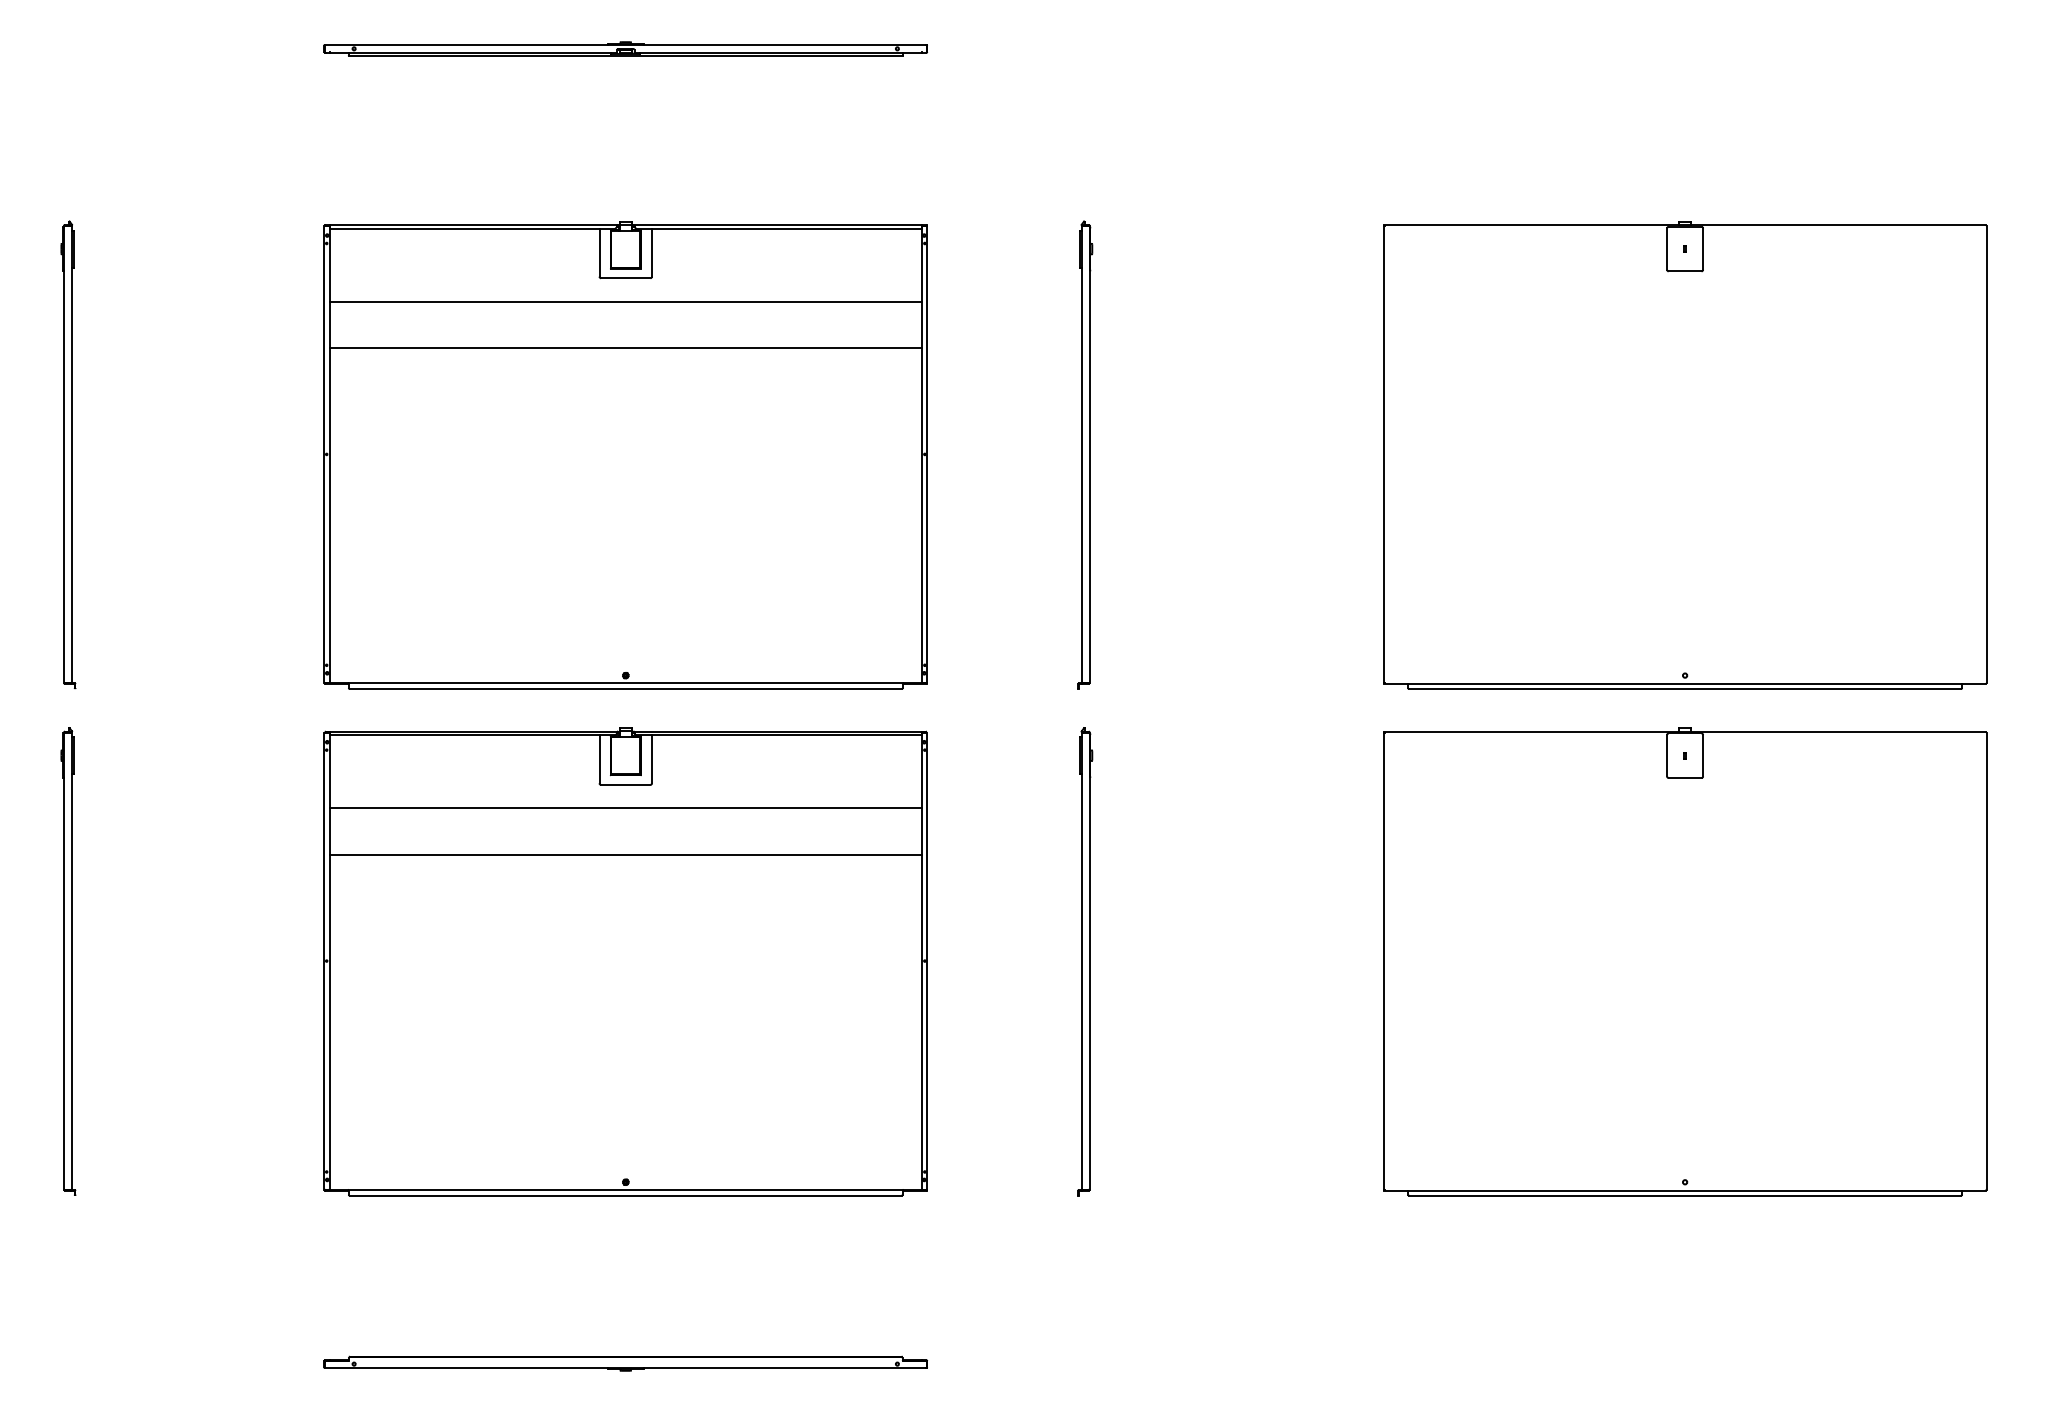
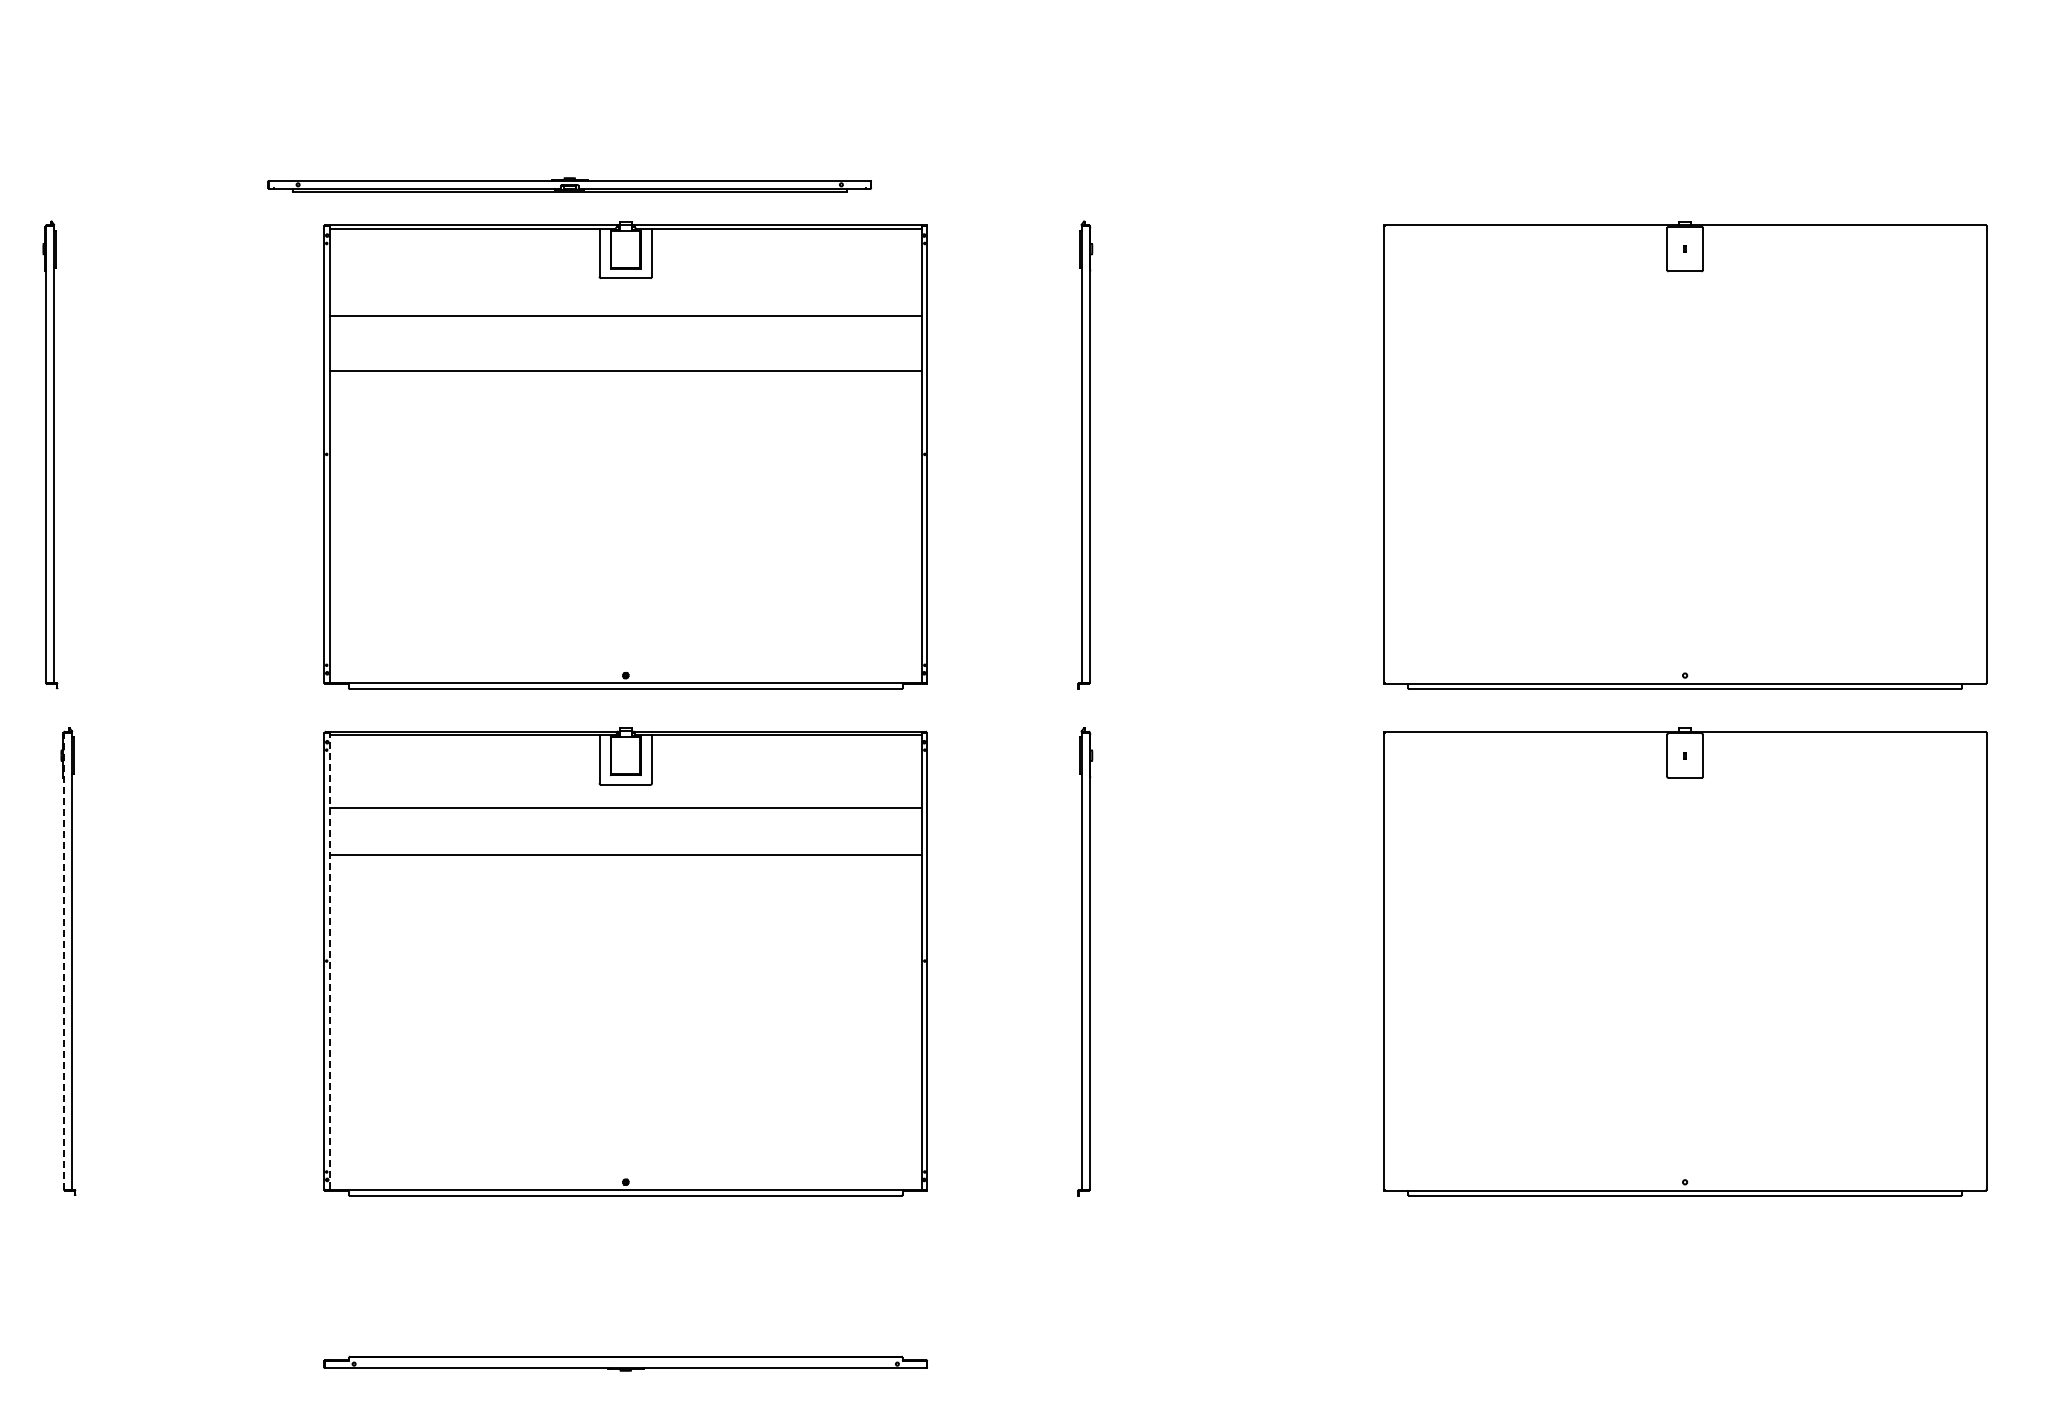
part at (625, 48) position: (625, 48) -> (569, 184)
line at (625, 301) position: (625, 301) -> (625, 315)
line at (625, 348) position: (625, 348) -> (625, 371)
part at (68, 454) position: (68, 454) -> (50, 454)
line at (329, 960): solid -> dashed
line at (64, 961): solid -> dashed
